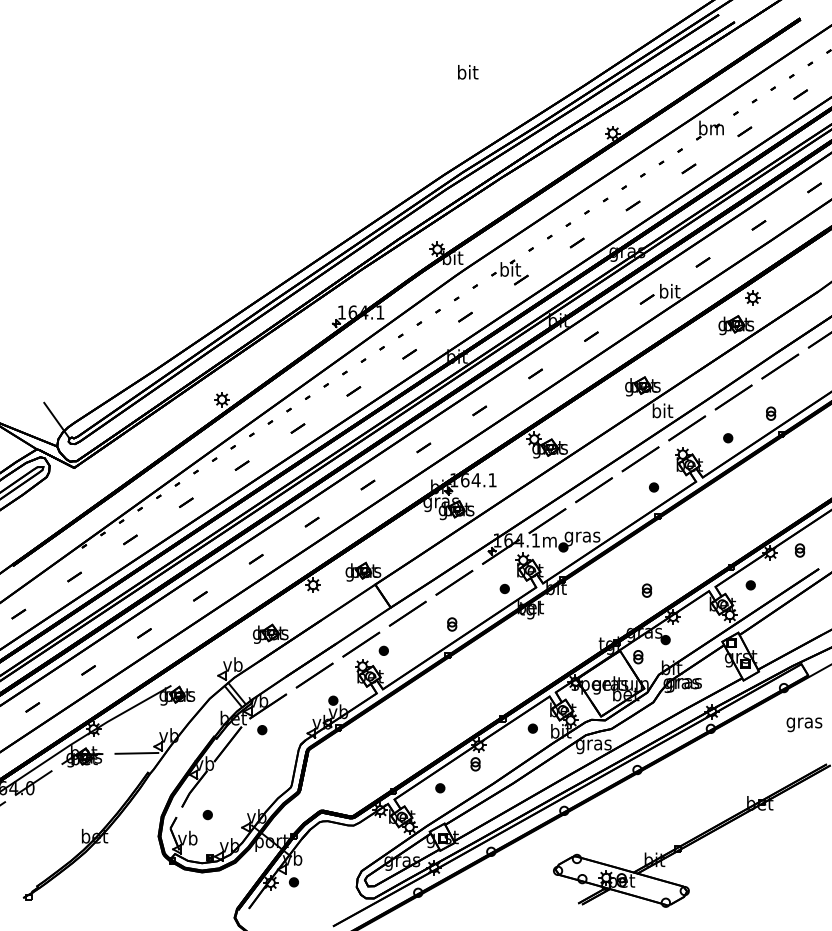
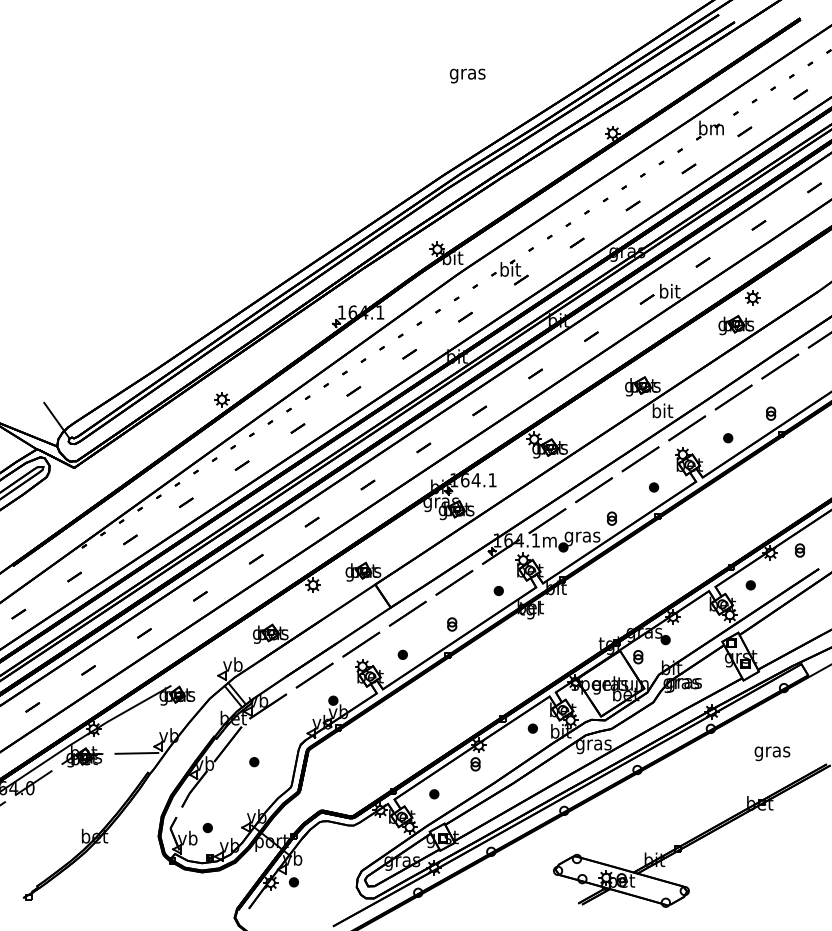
text at (467, 74): bit -> gras
part at (504, 588) position: (504, 588) -> (498, 590)
part at (647, 590) position: (647, 590) -> (612, 518)
part at (383, 650) position: (383, 650) -> (402, 654)
text at (804, 724) position: (804, 724) -> (772, 753)
part at (262, 730) position: (262, 730) -> (254, 762)
part at (440, 788) position: (440, 788) -> (434, 794)
part at (207, 815) position: (207, 815) -> (207, 828)
